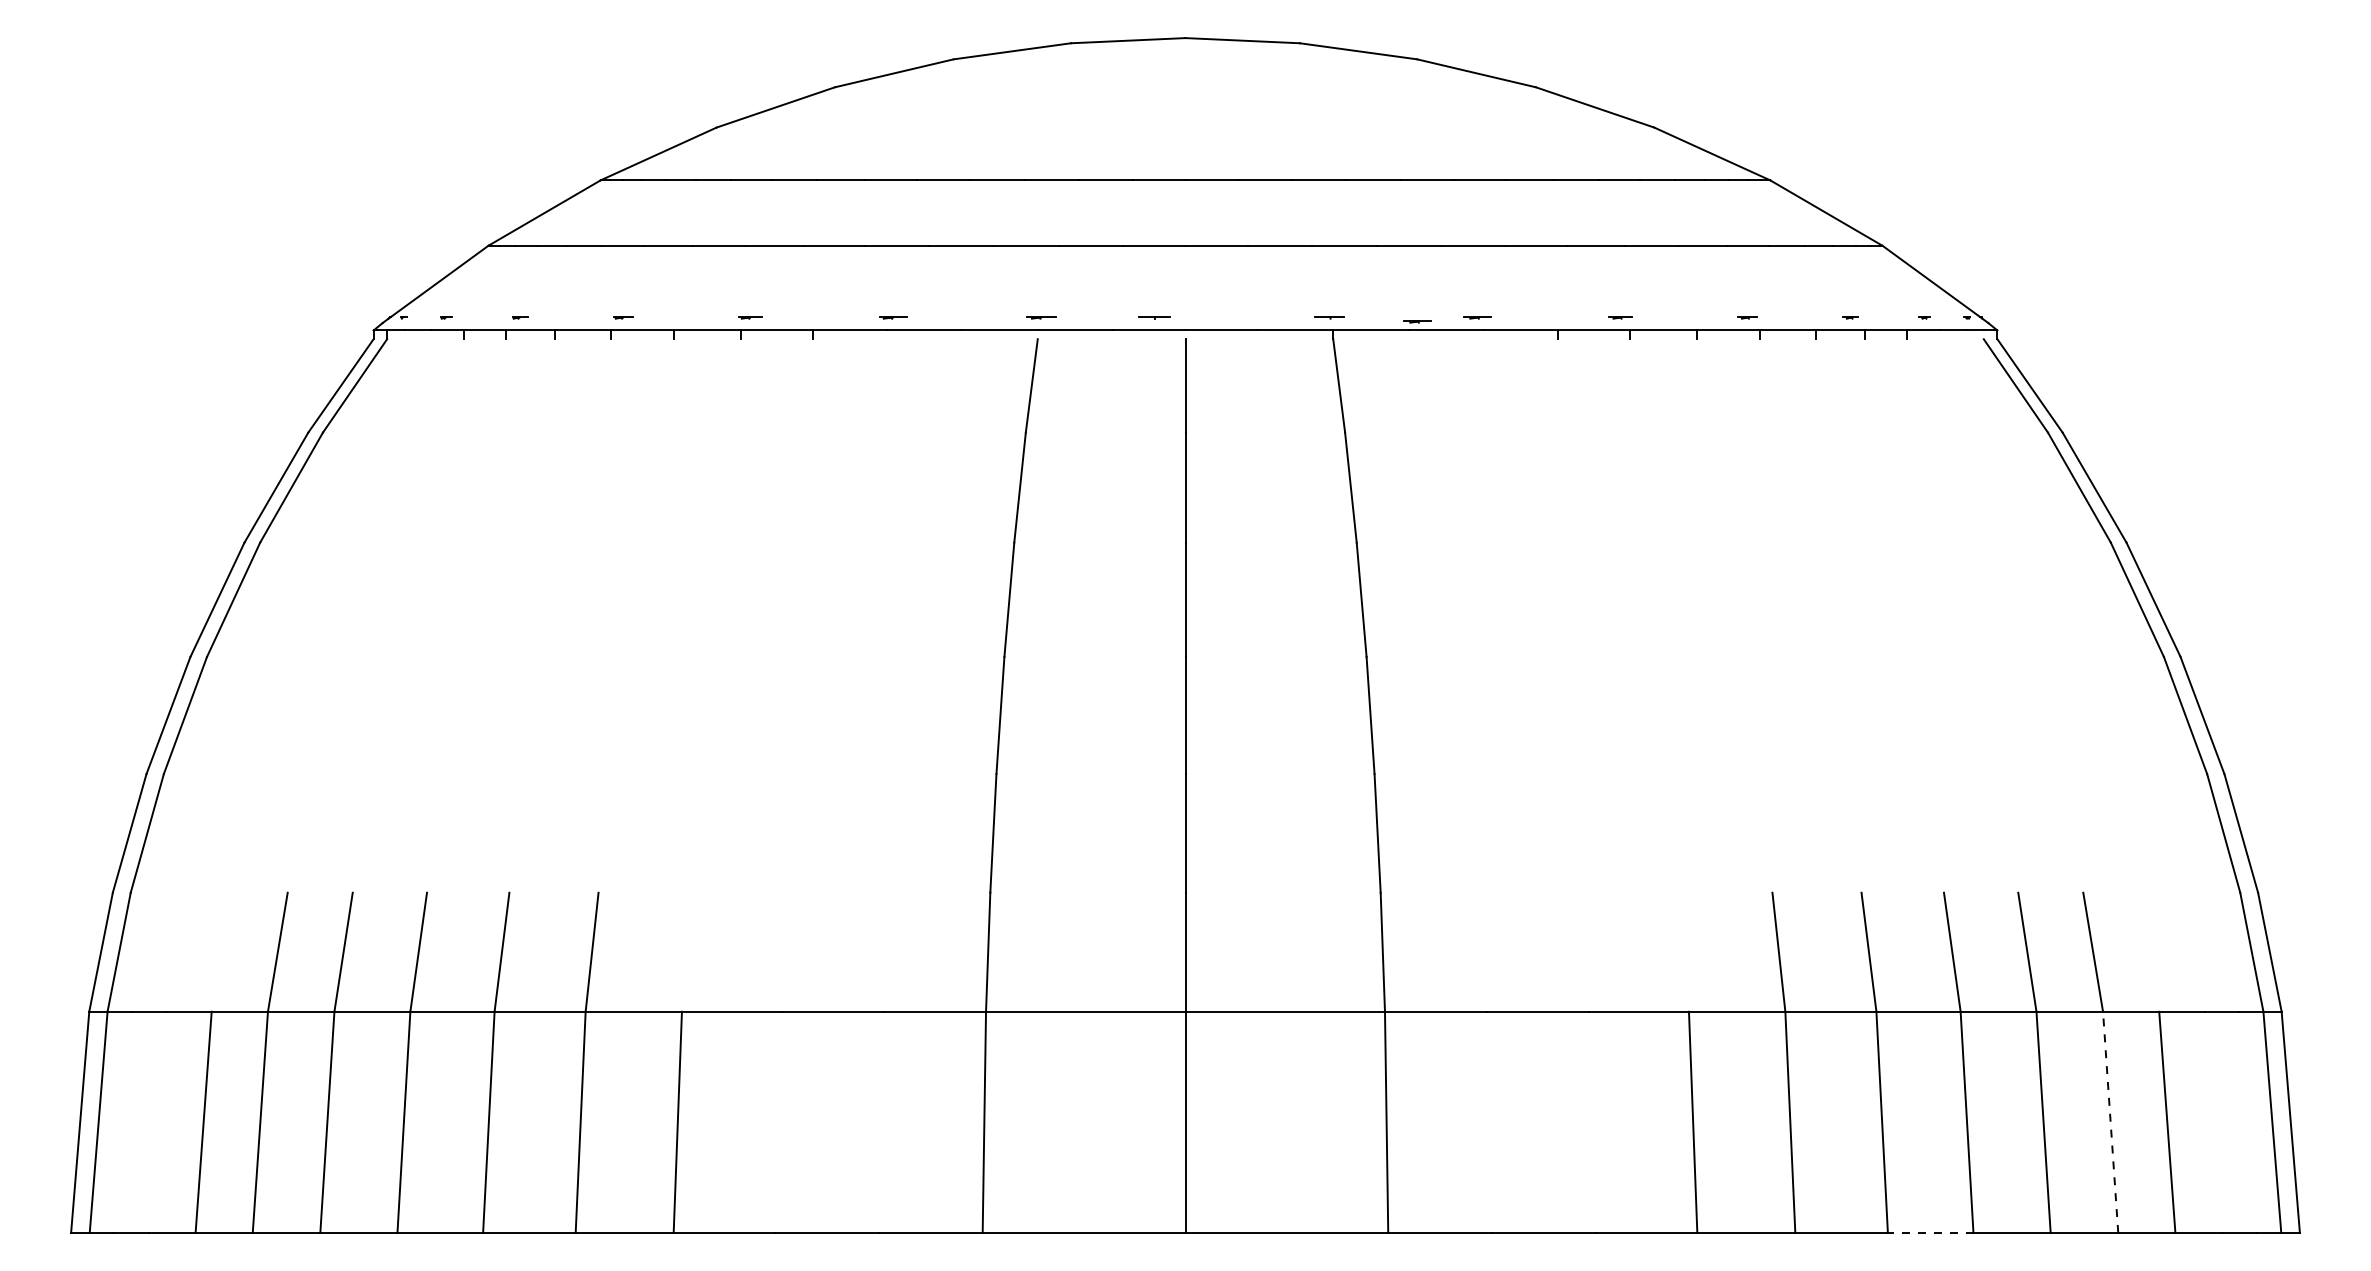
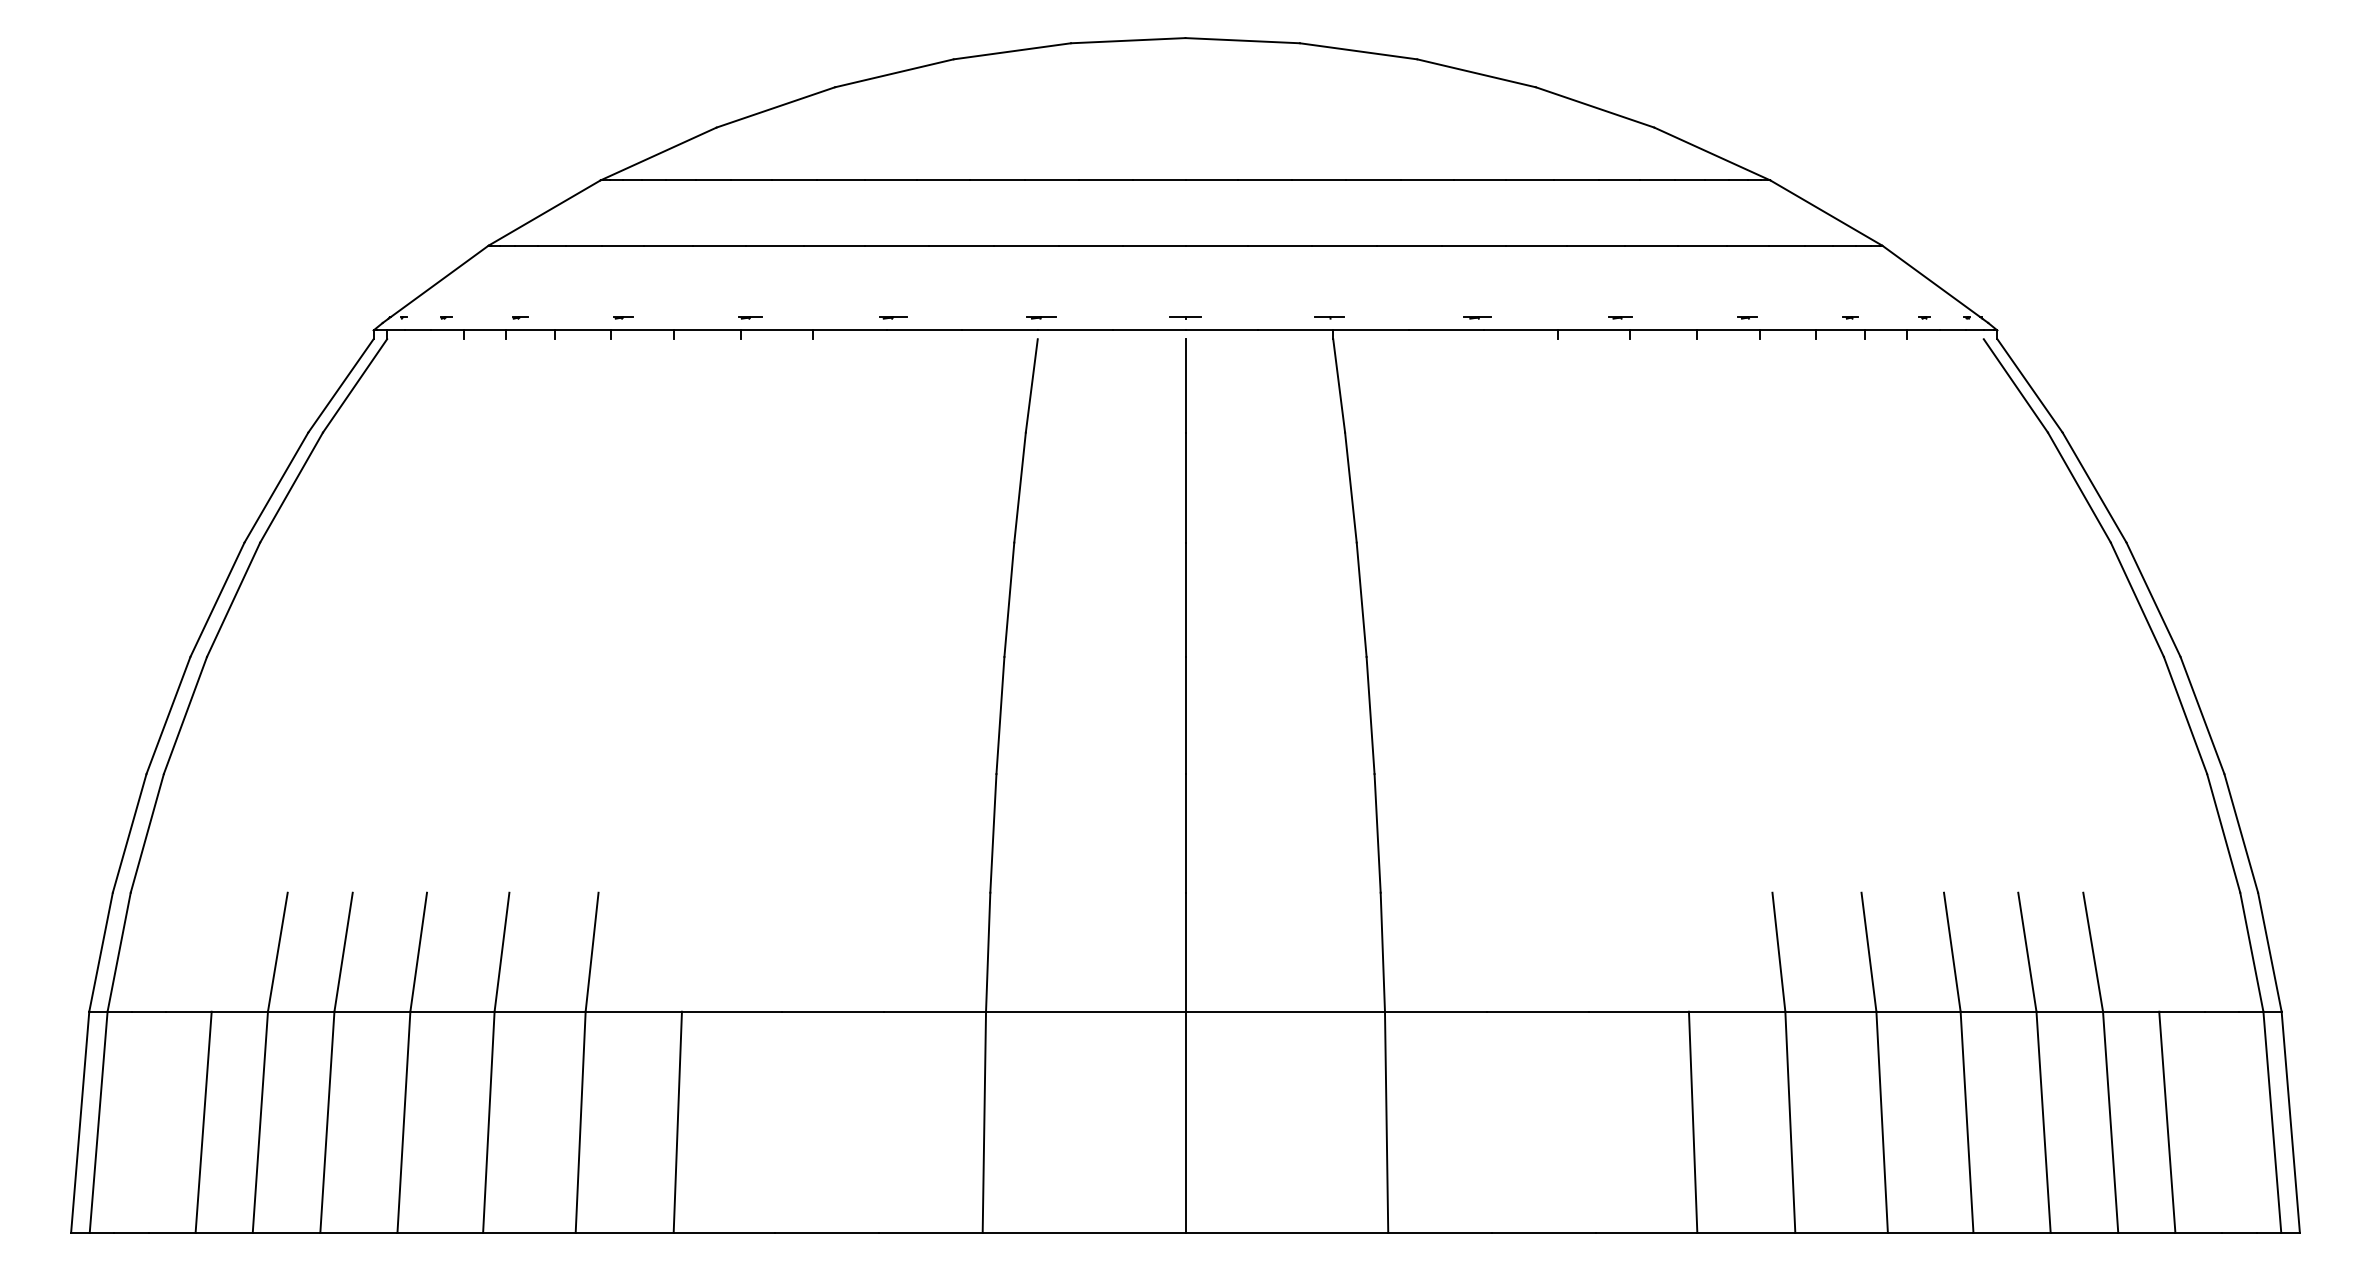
part at (1154, 317) position: (1154, 317) -> (1185, 317)
line at (1417, 321): present -> none
line at (2110, 1122): dashed -> solid
line at (1930, 1232): dashed -> solid
